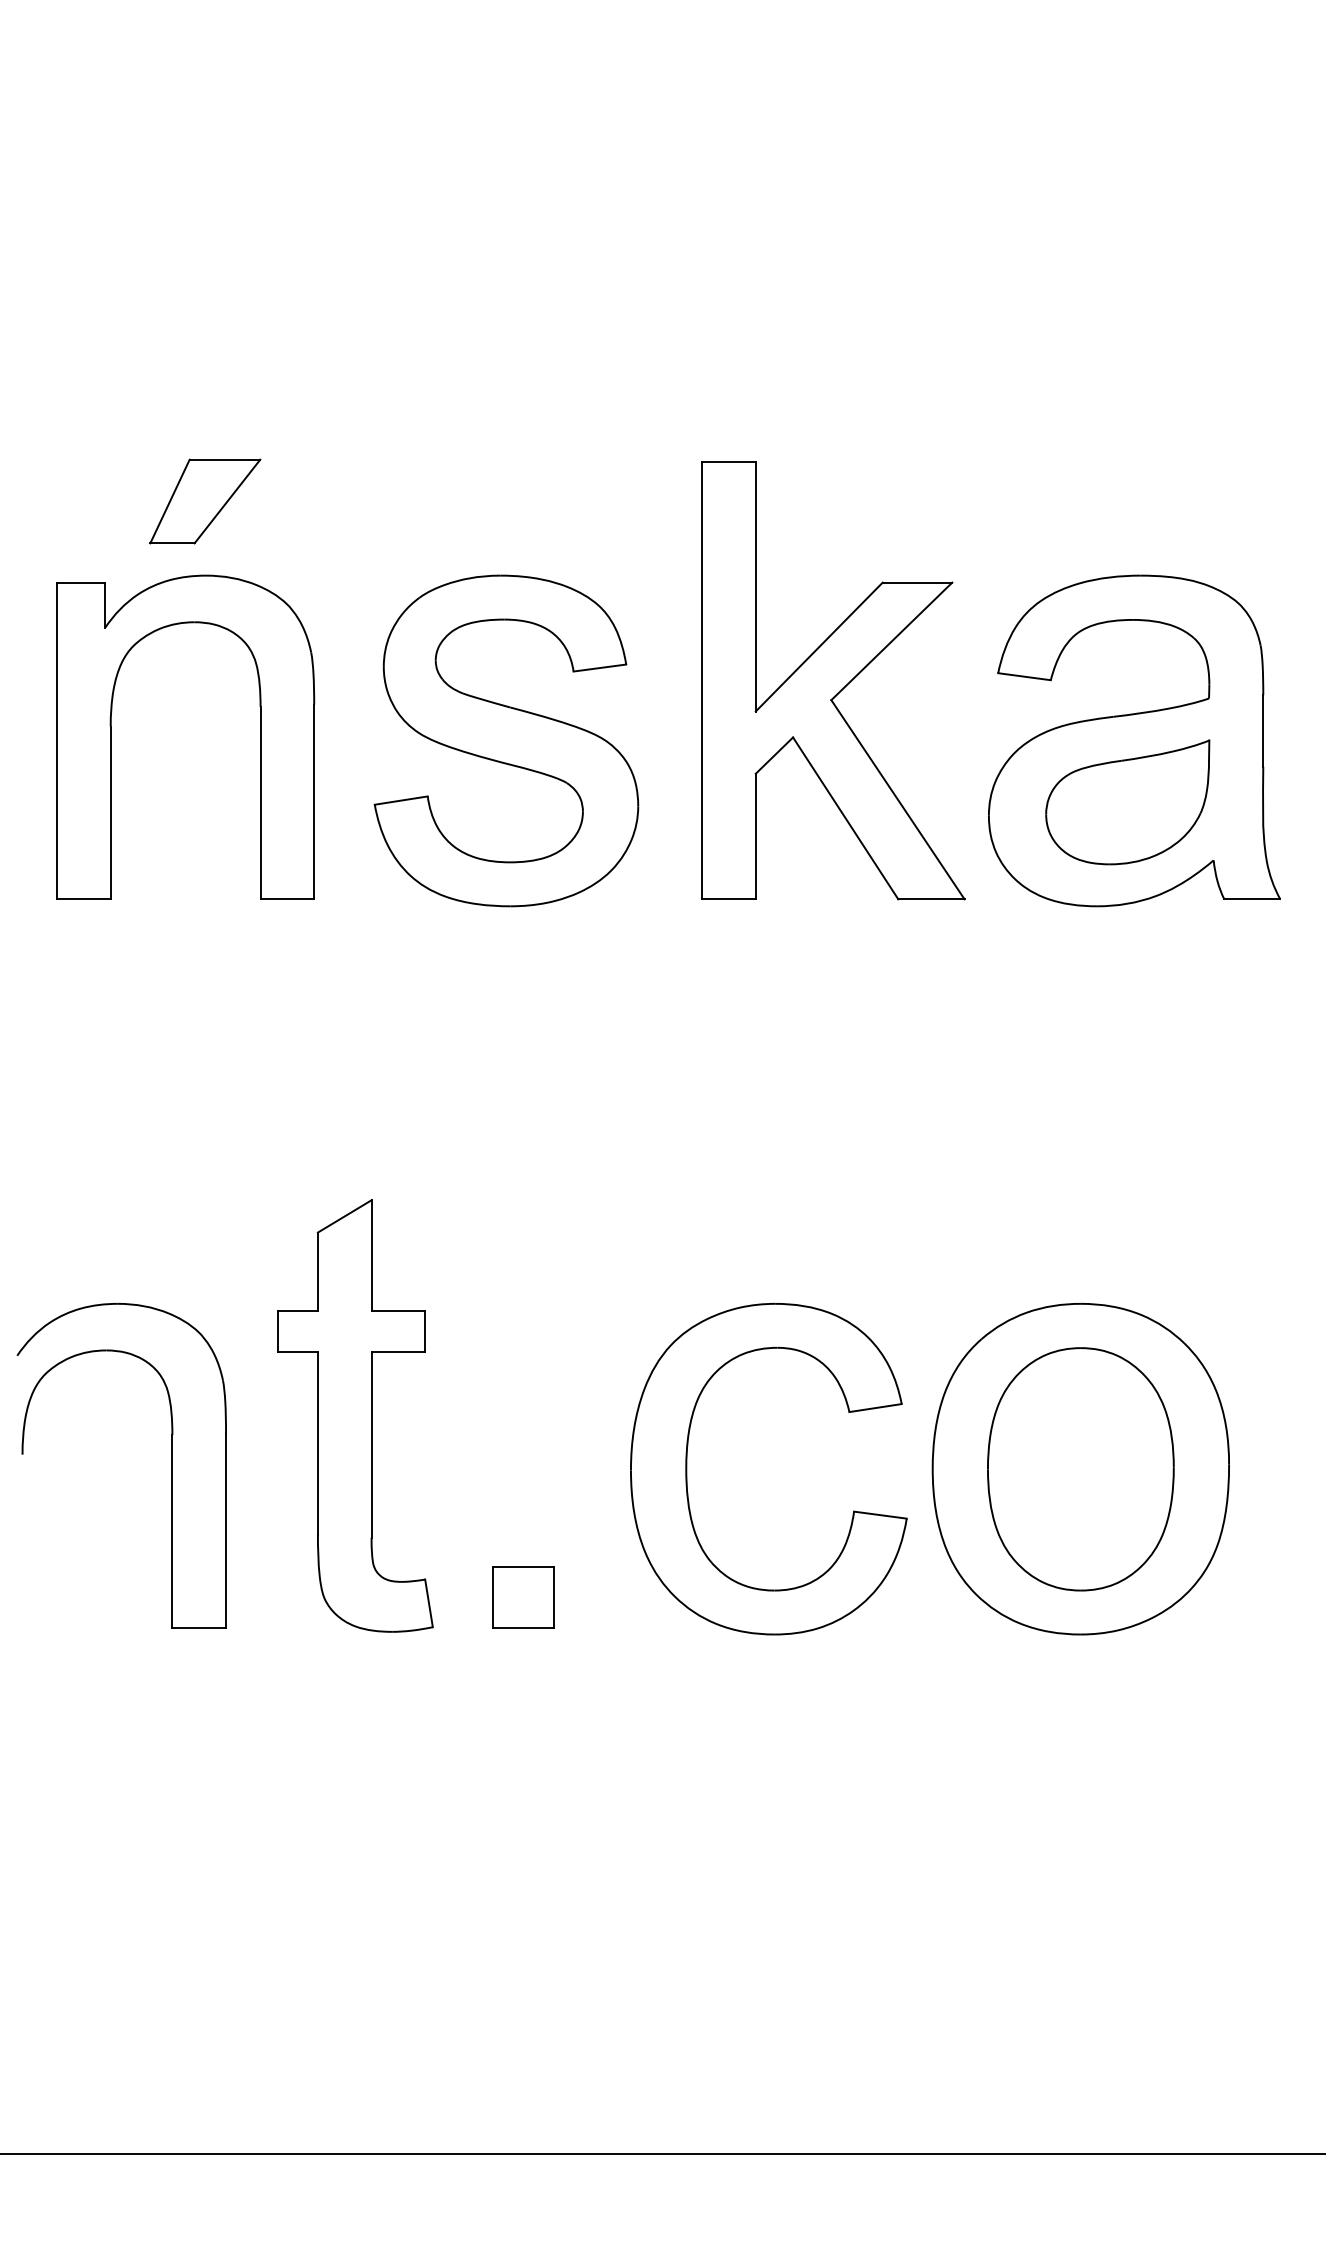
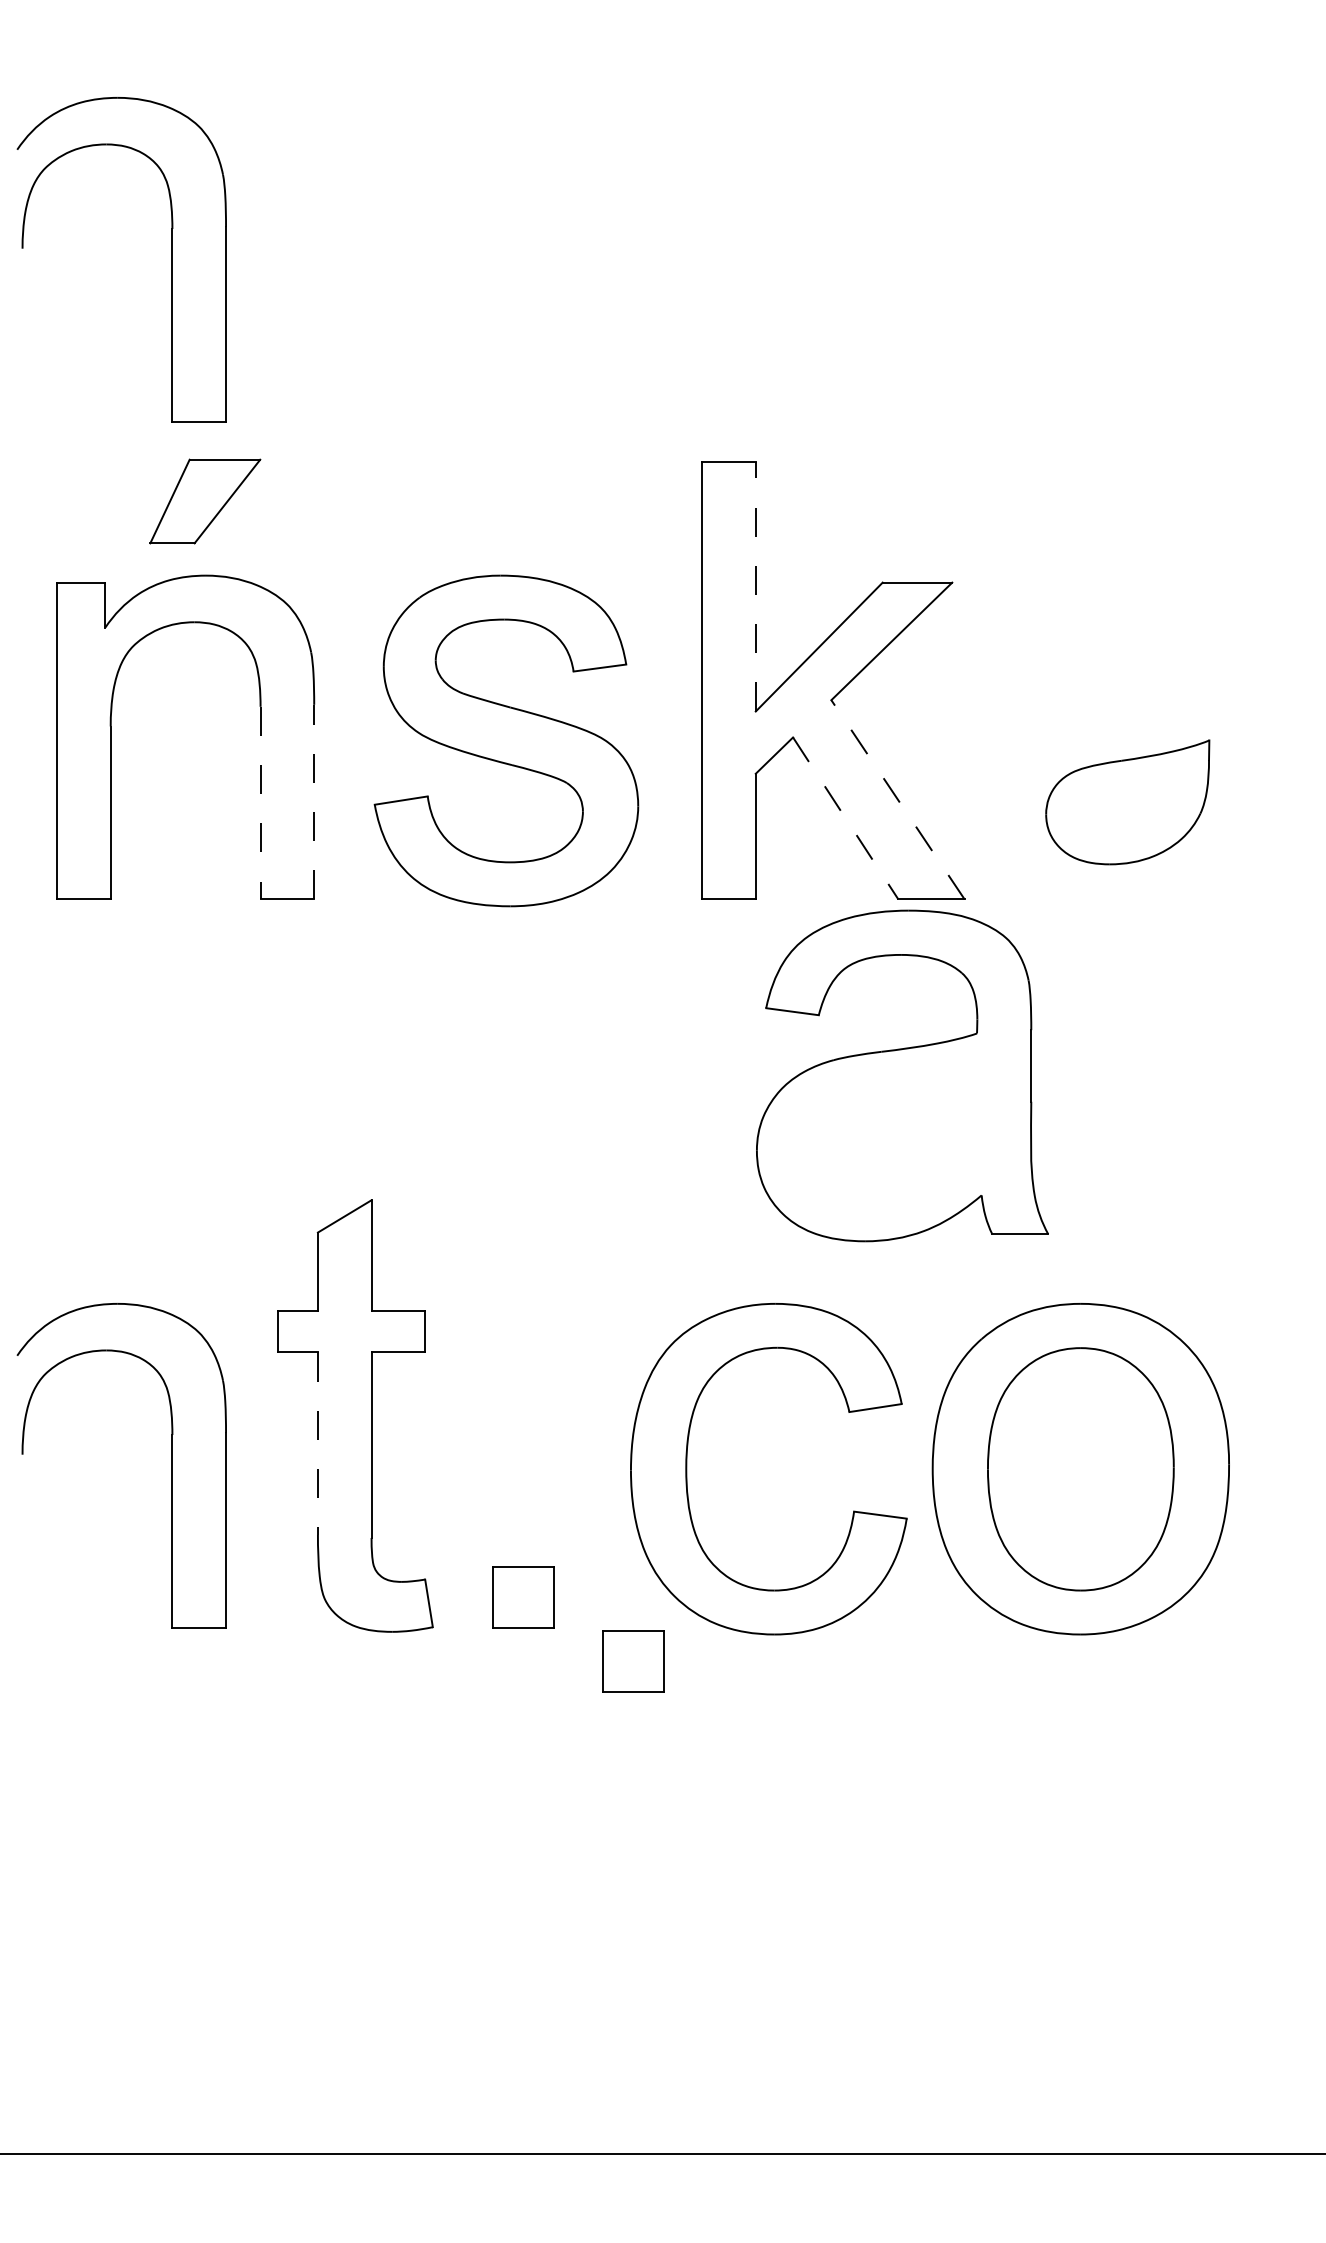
part at (171, 259): none -> present
line at (755, 586): solid -> dashed
part at (1134, 740) position: (1134, 740) -> (902, 1075)
line at (897, 799): solid -> dashed
line at (314, 801): solid -> dashed
line at (260, 803): solid -> dashed
line at (845, 818): solid -> dashed
line at (317, 1444): solid -> dashed
part at (633, 1661): none -> present
